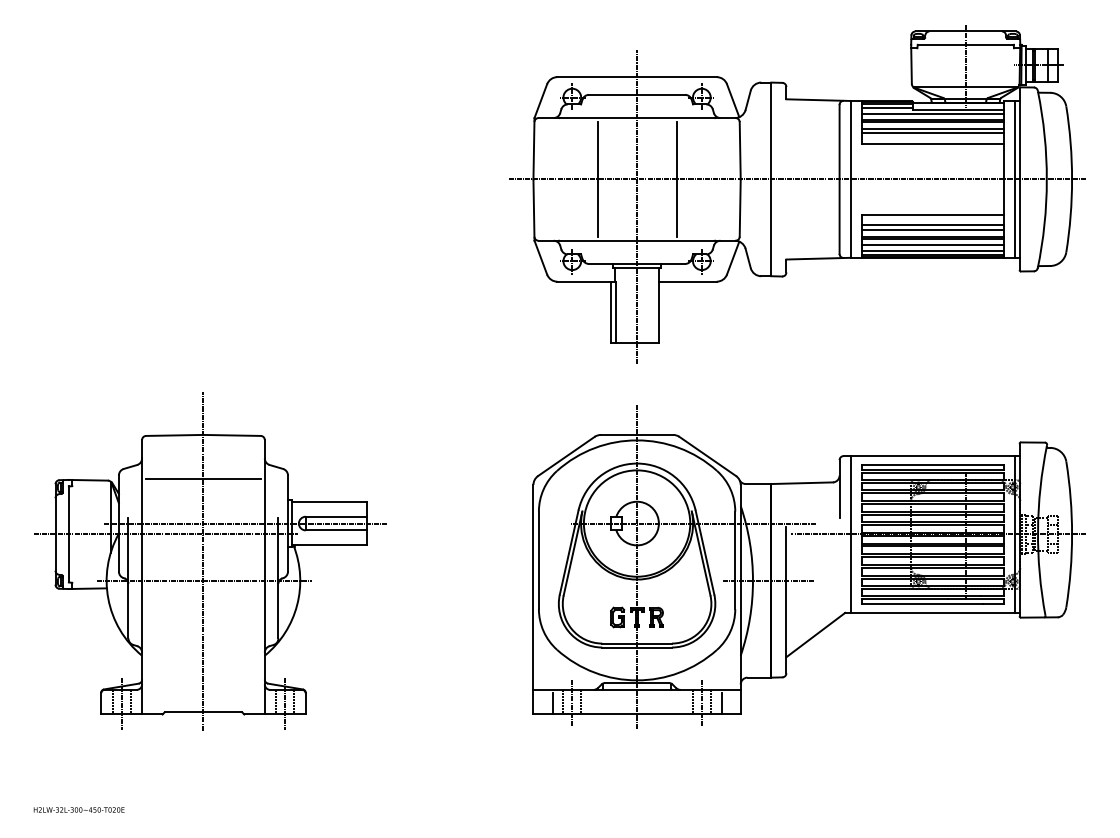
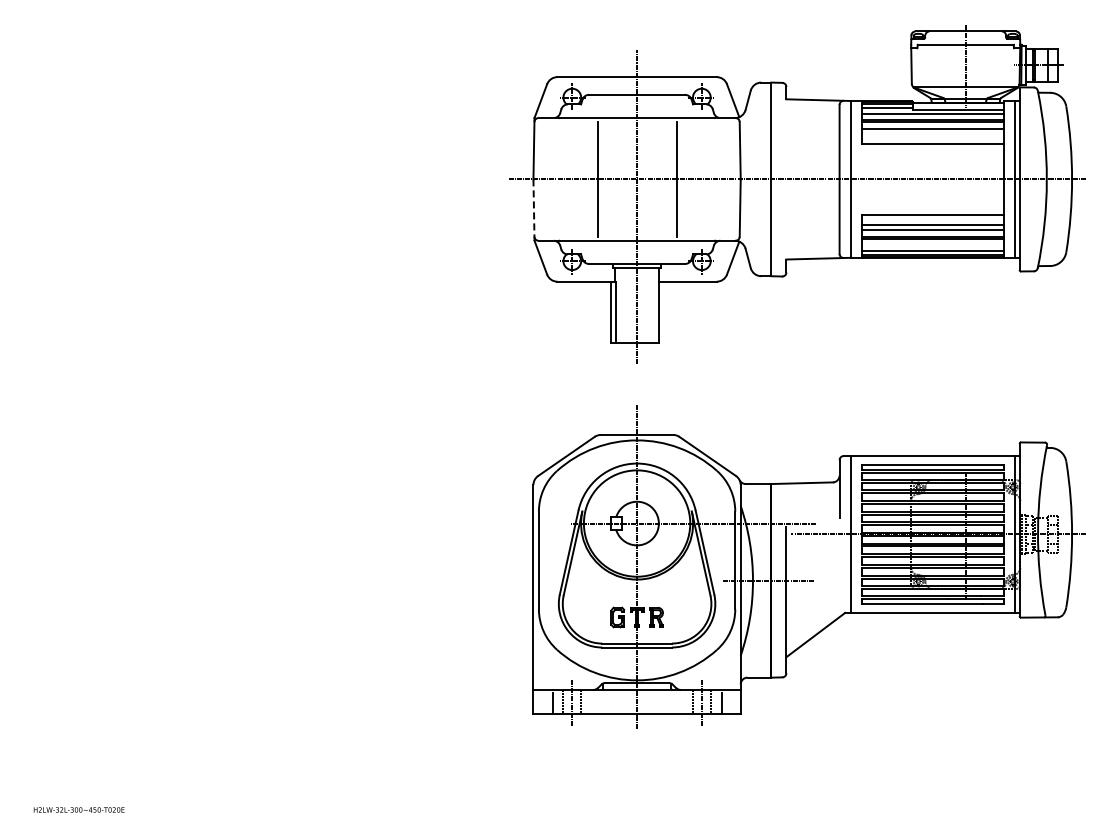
line at (932, 133): present -> none
line at (533, 210): solid -> dashed
line at (932, 244): present -> none
part at (210, 561): present -> none
